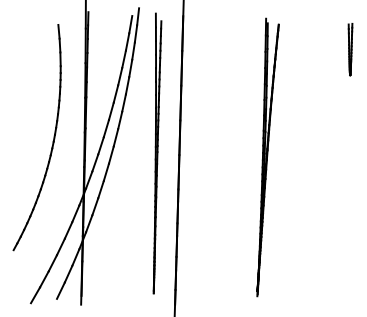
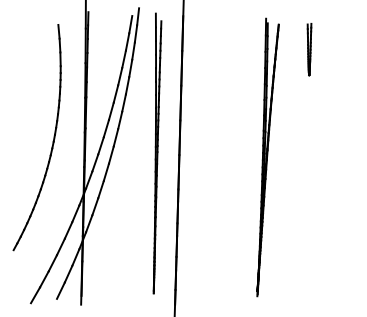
part at (350, 49) position: (350, 49) -> (309, 49)
